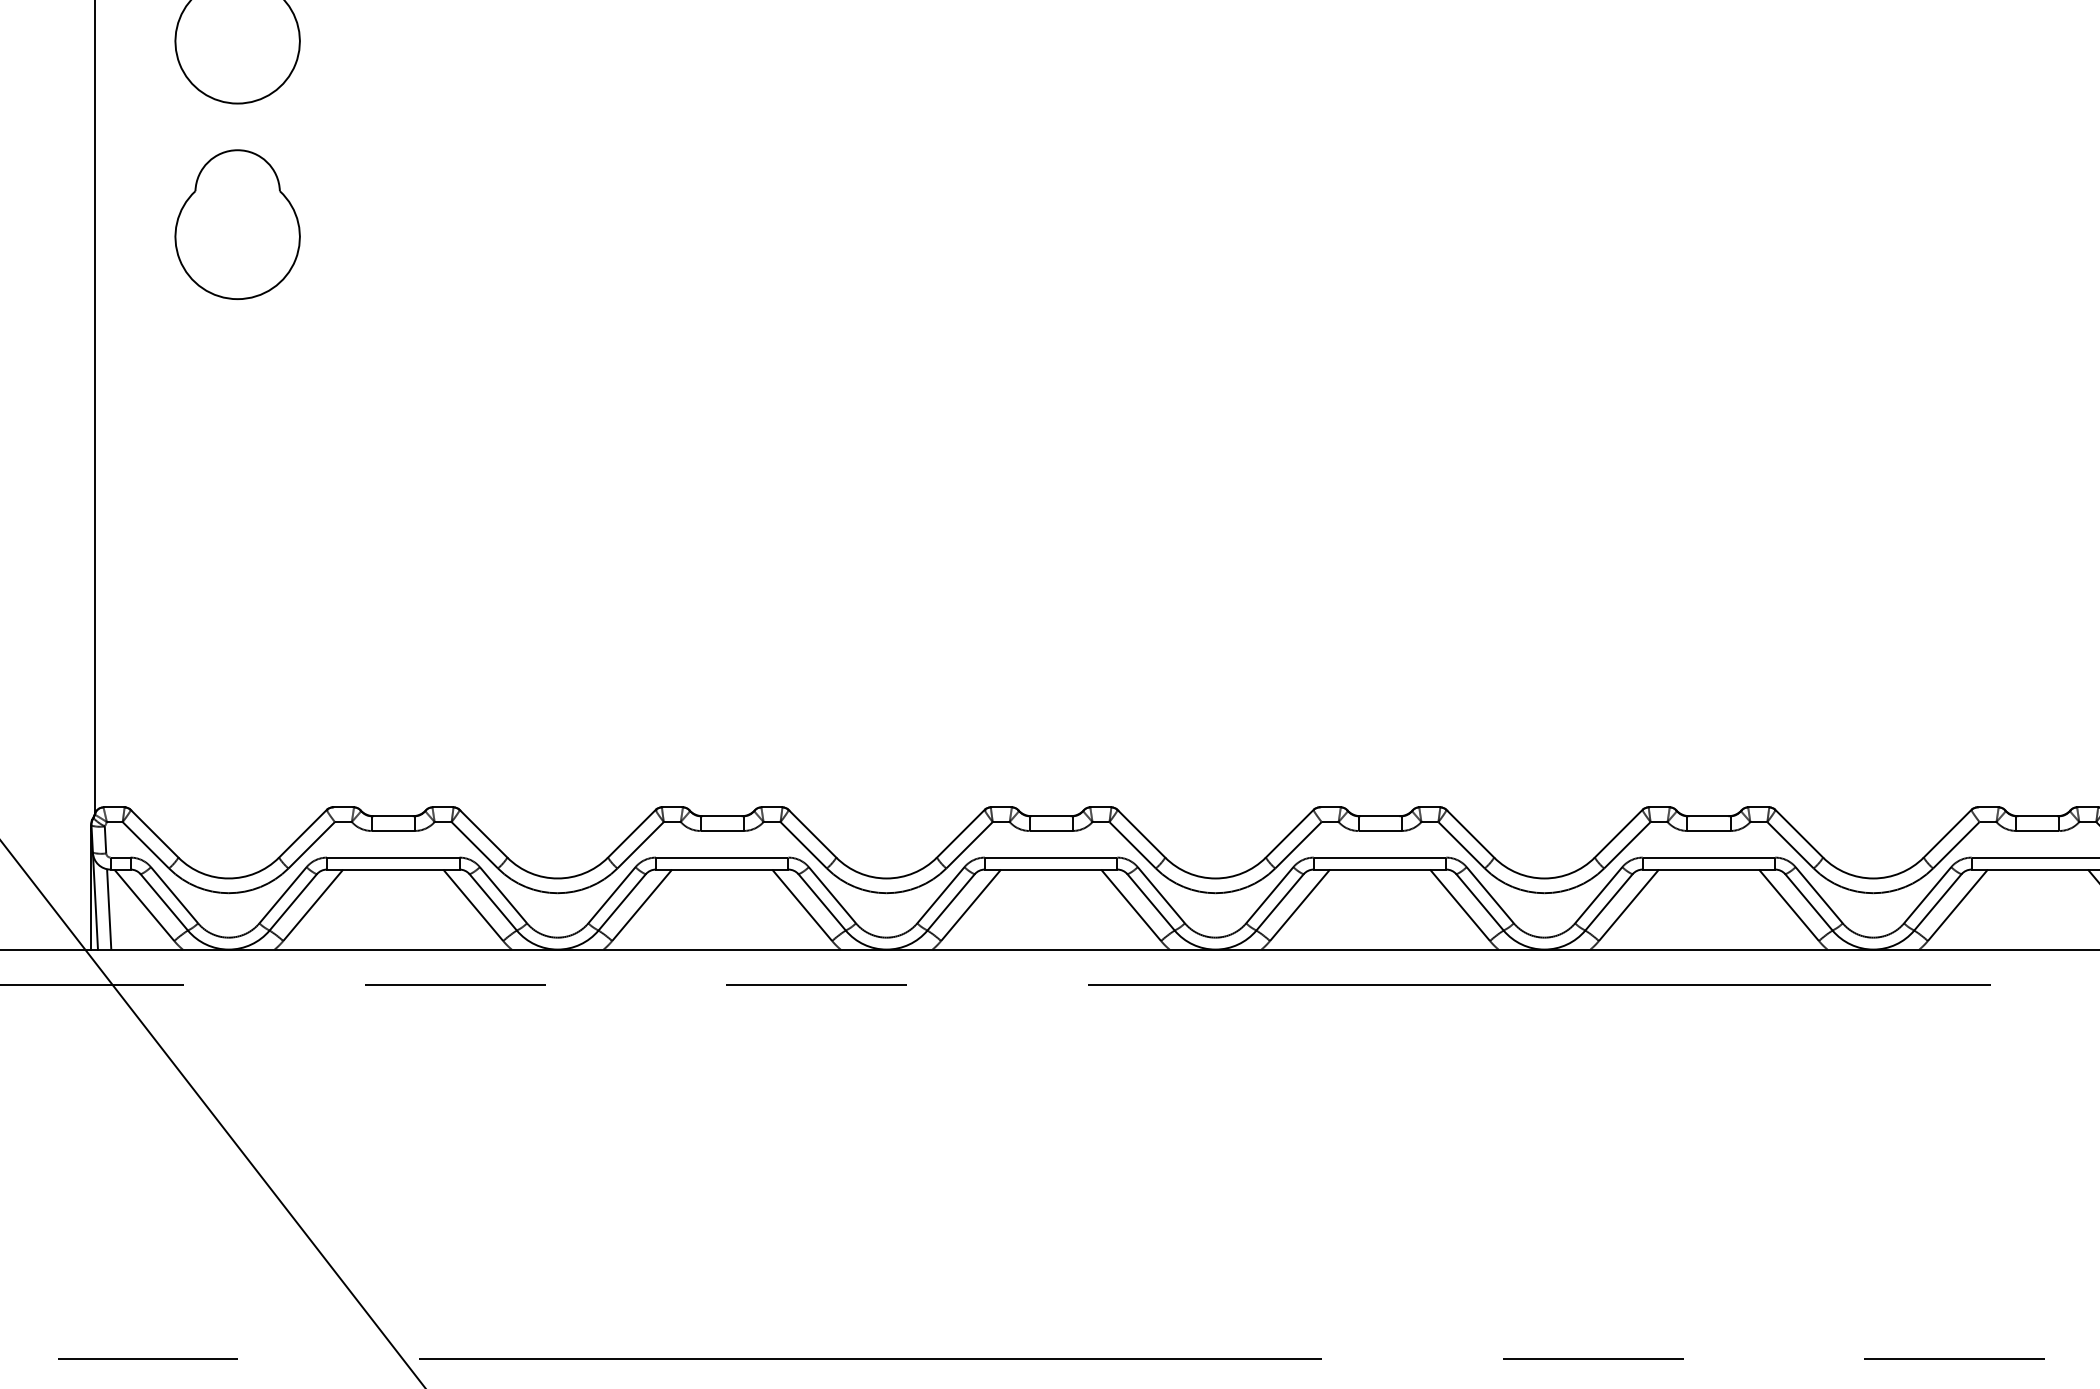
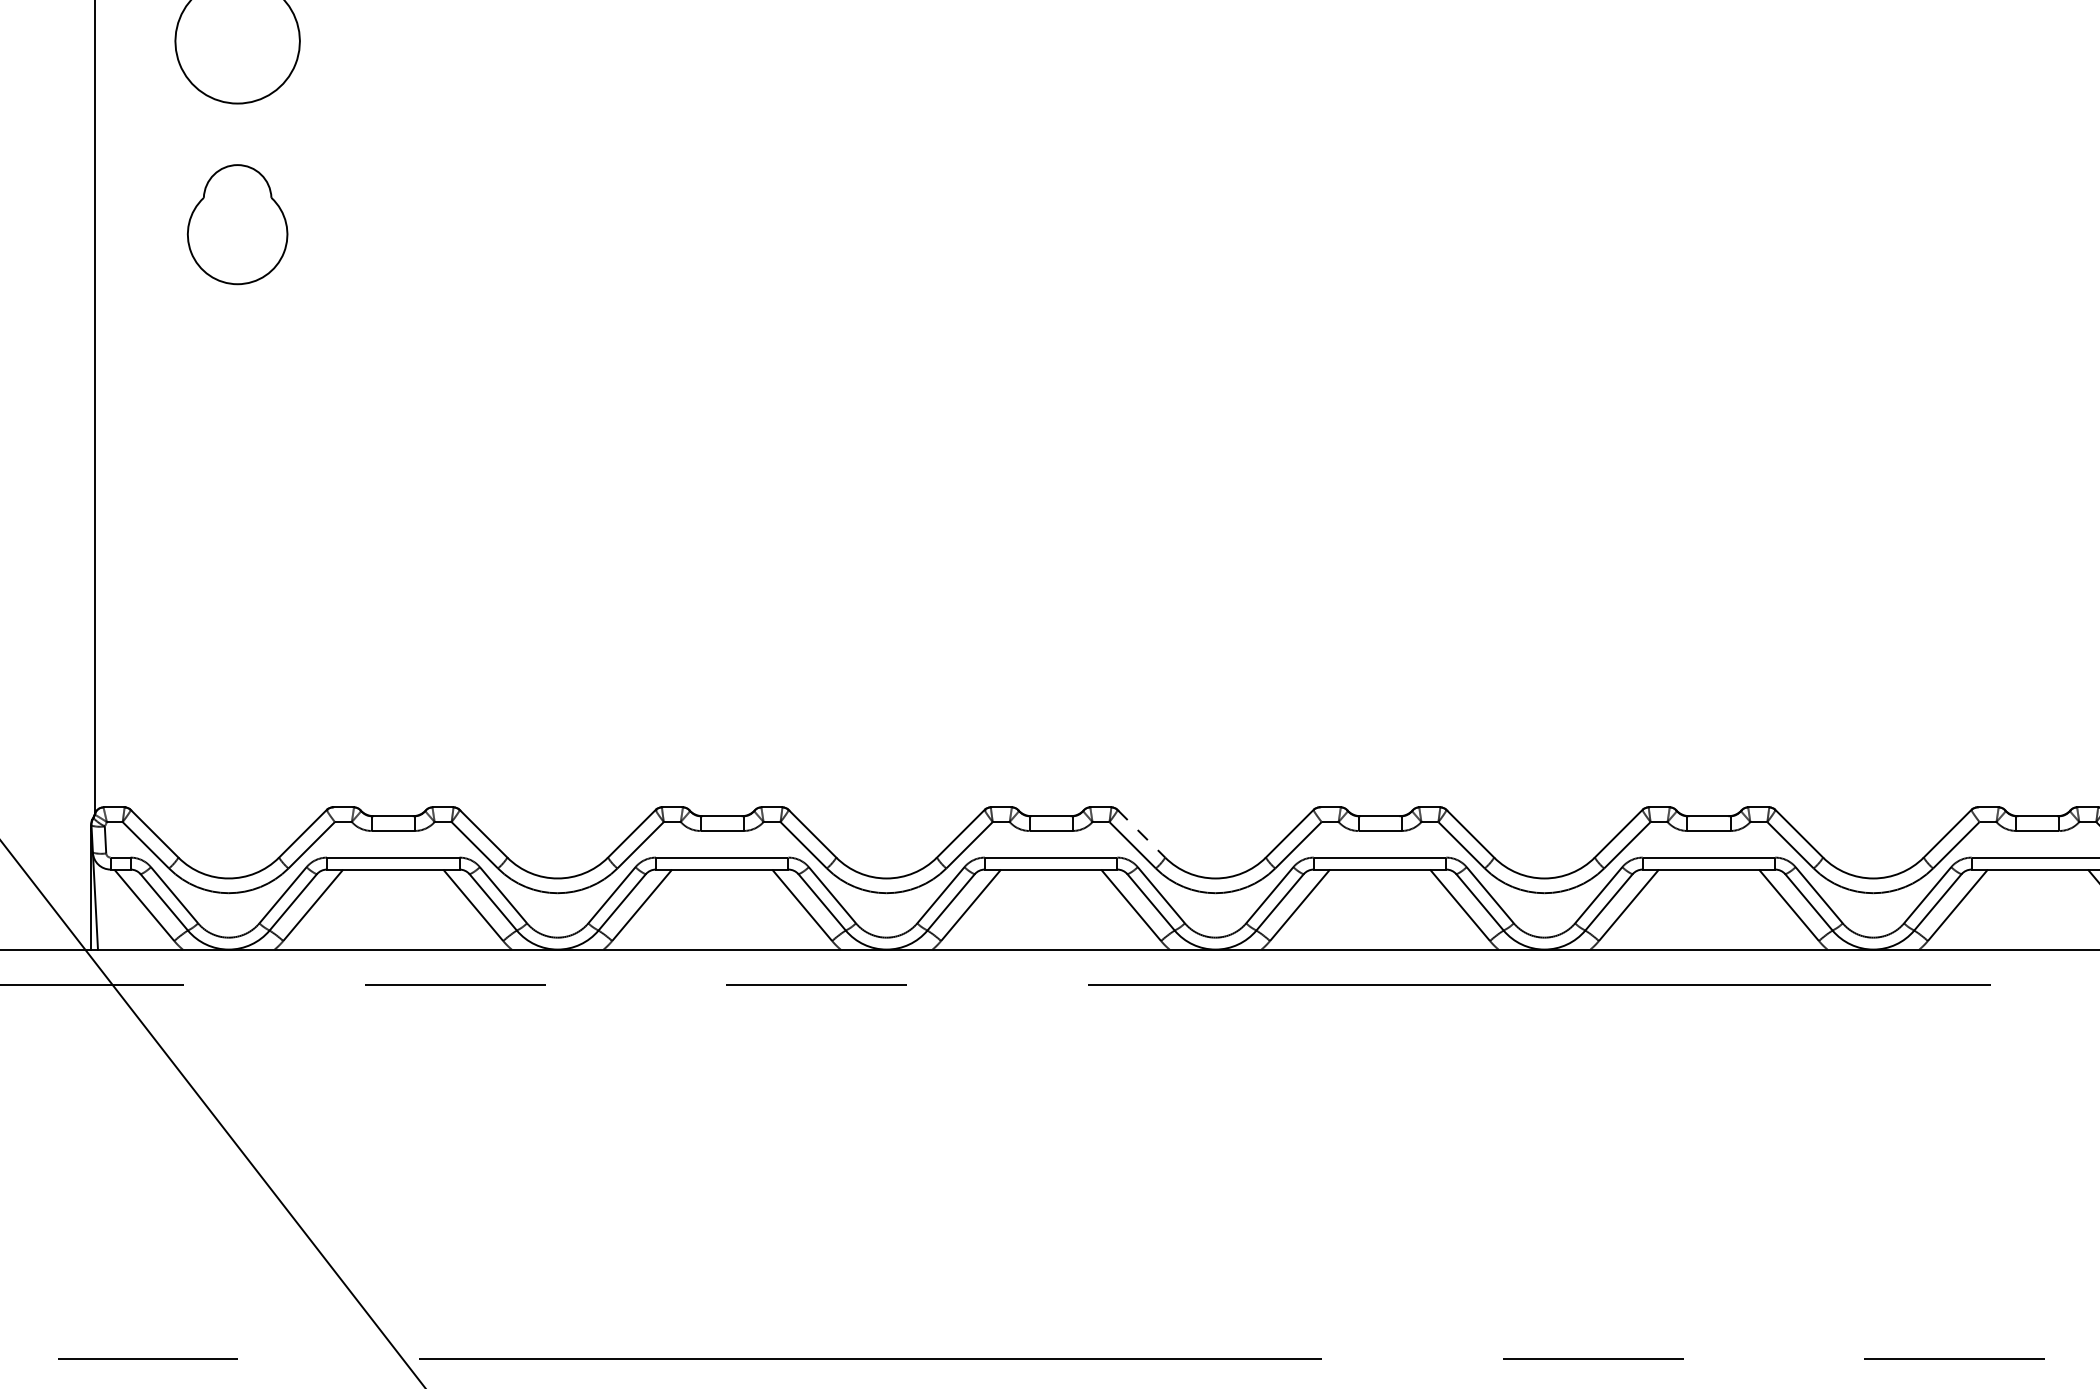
part at (237, 224) size: 127x151 px -> 103x122 px
line at (1141, 833): solid -> dashed
line at (109, 909): present -> none
